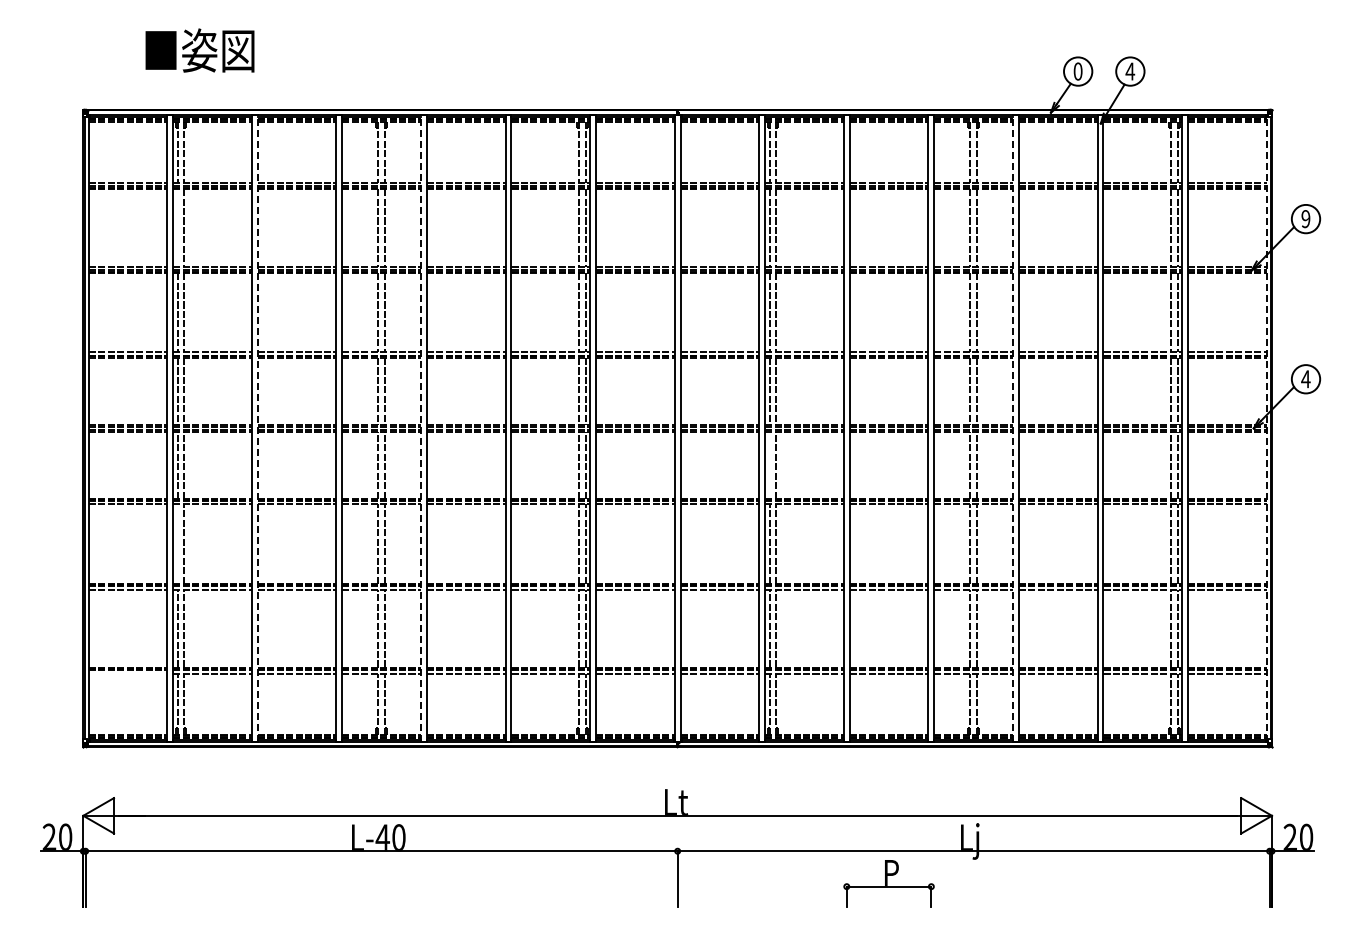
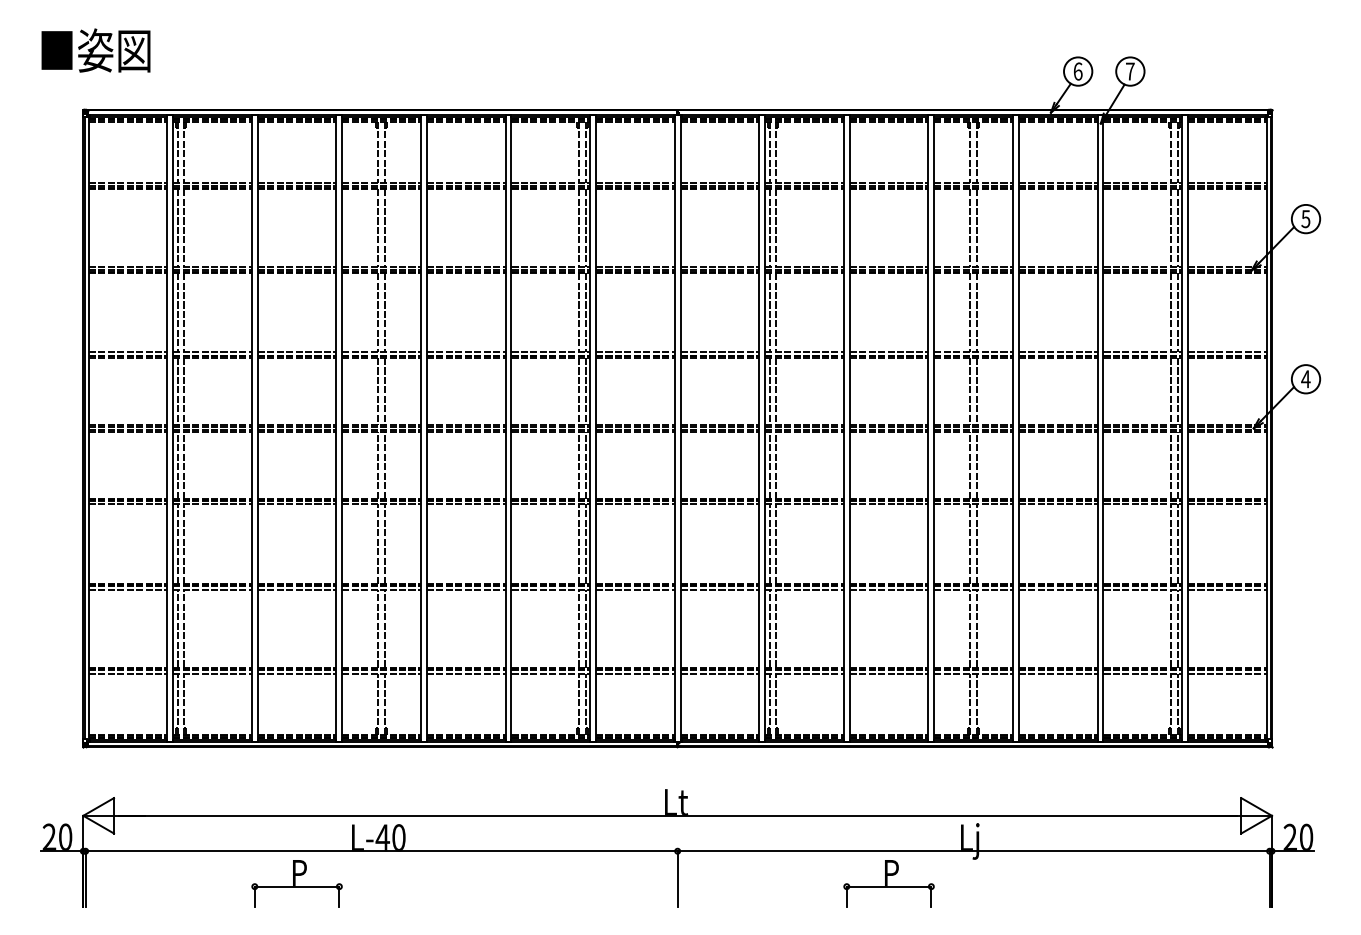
text at (199, 50) position: (199, 50) -> (95, 50)
text at (1077, 71): 0 -> 6
text at (1130, 71): 4 -> 7
text at (1305, 219): 9 -> 5
line at (177, 228): none -> present
line at (257, 427): dashed -> solid
line at (421, 427): dashed -> solid
line at (1012, 427): dashed -> solid
line at (1266, 427): dashed -> solid
line at (769, 464): none -> present
line at (177, 543): none -> present
line at (127, 673): none -> present
part at (296, 883): none -> present
